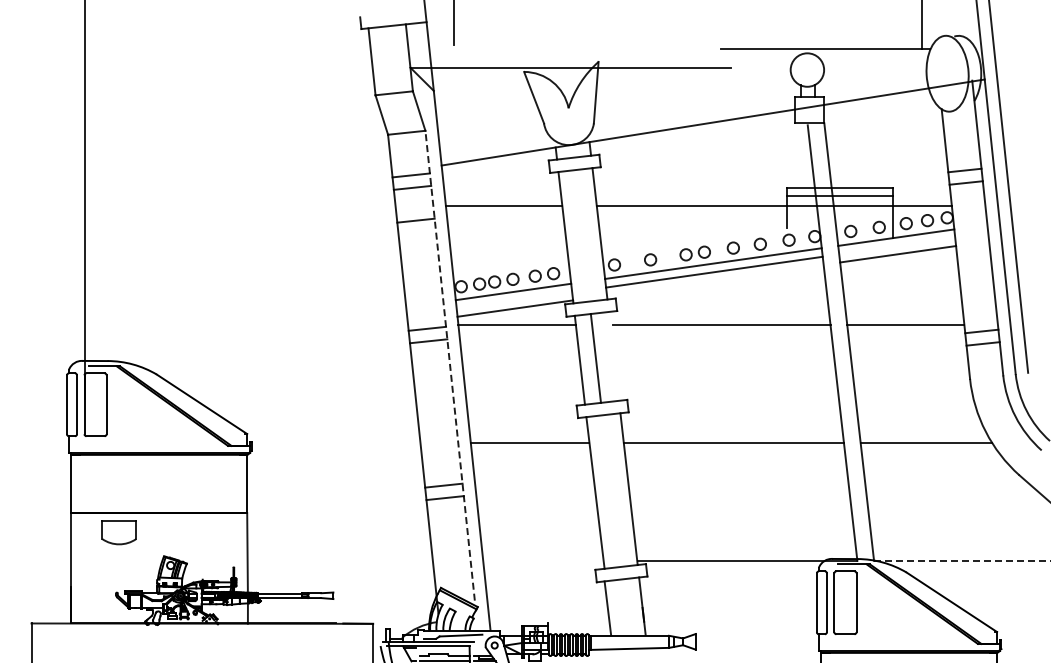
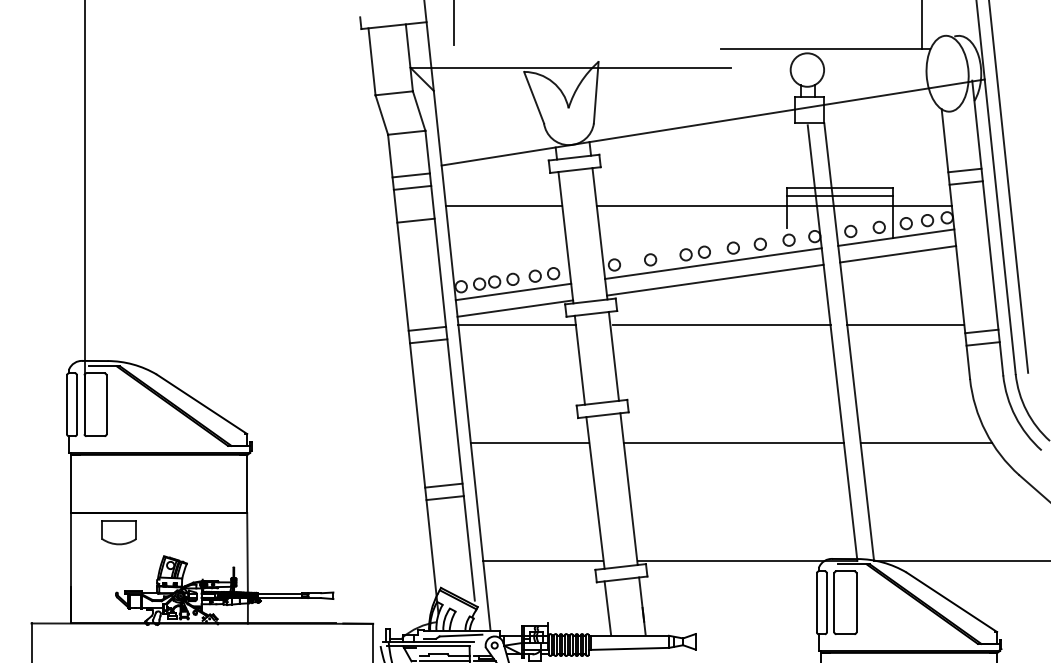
line at (714, 271) position: (714, 271) -> (715, 279)
line at (595, 357) position: (595, 357) -> (613, 355)
line at (450, 365): dashed -> solid
line at (542, 560): none -> present
line at (962, 560): dashed -> solid
